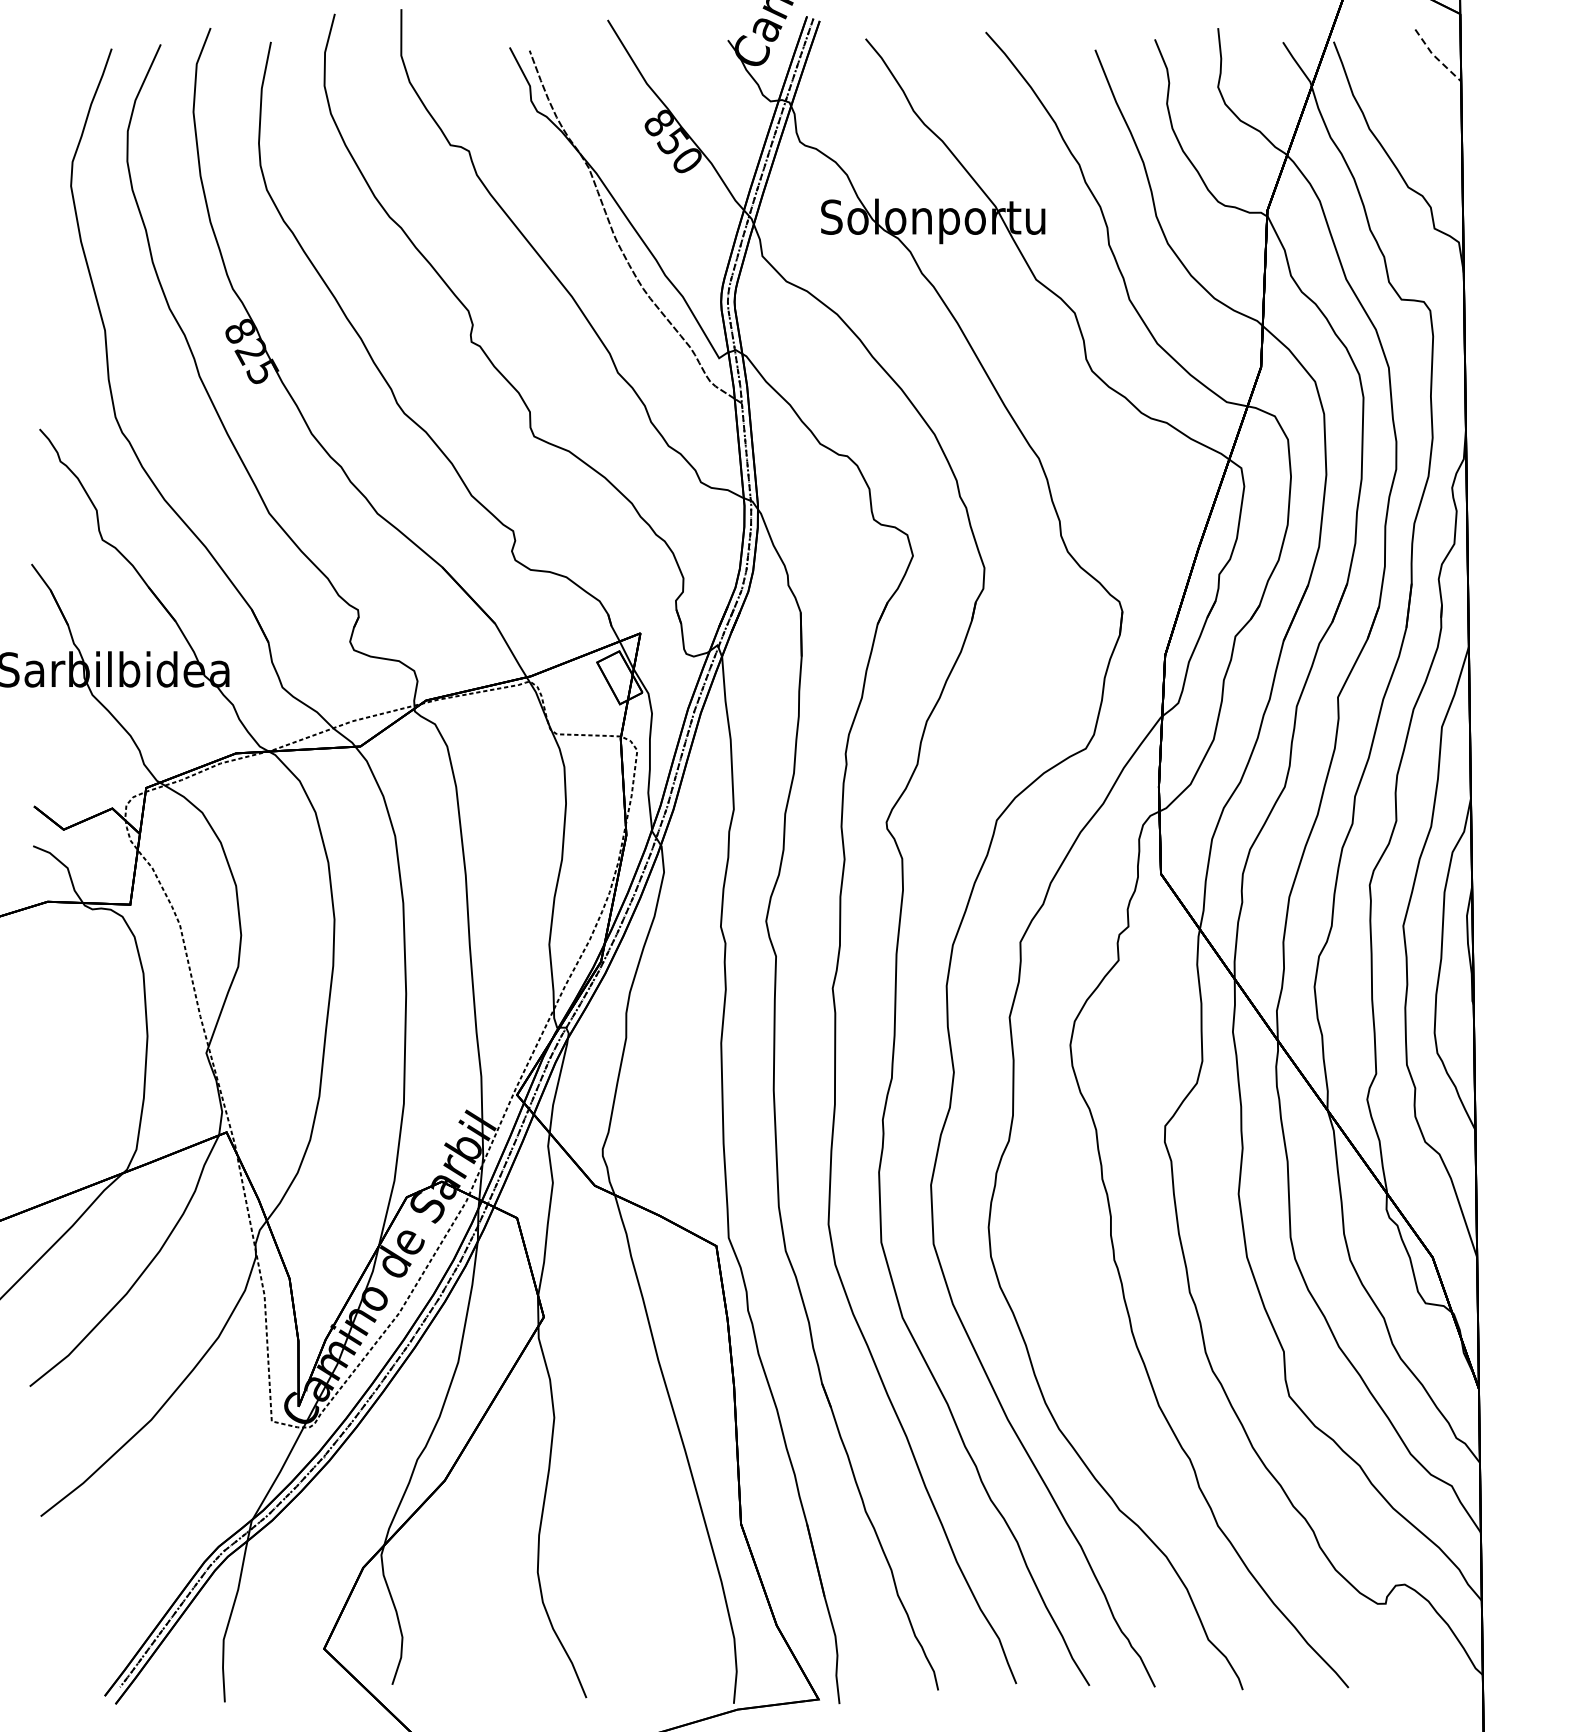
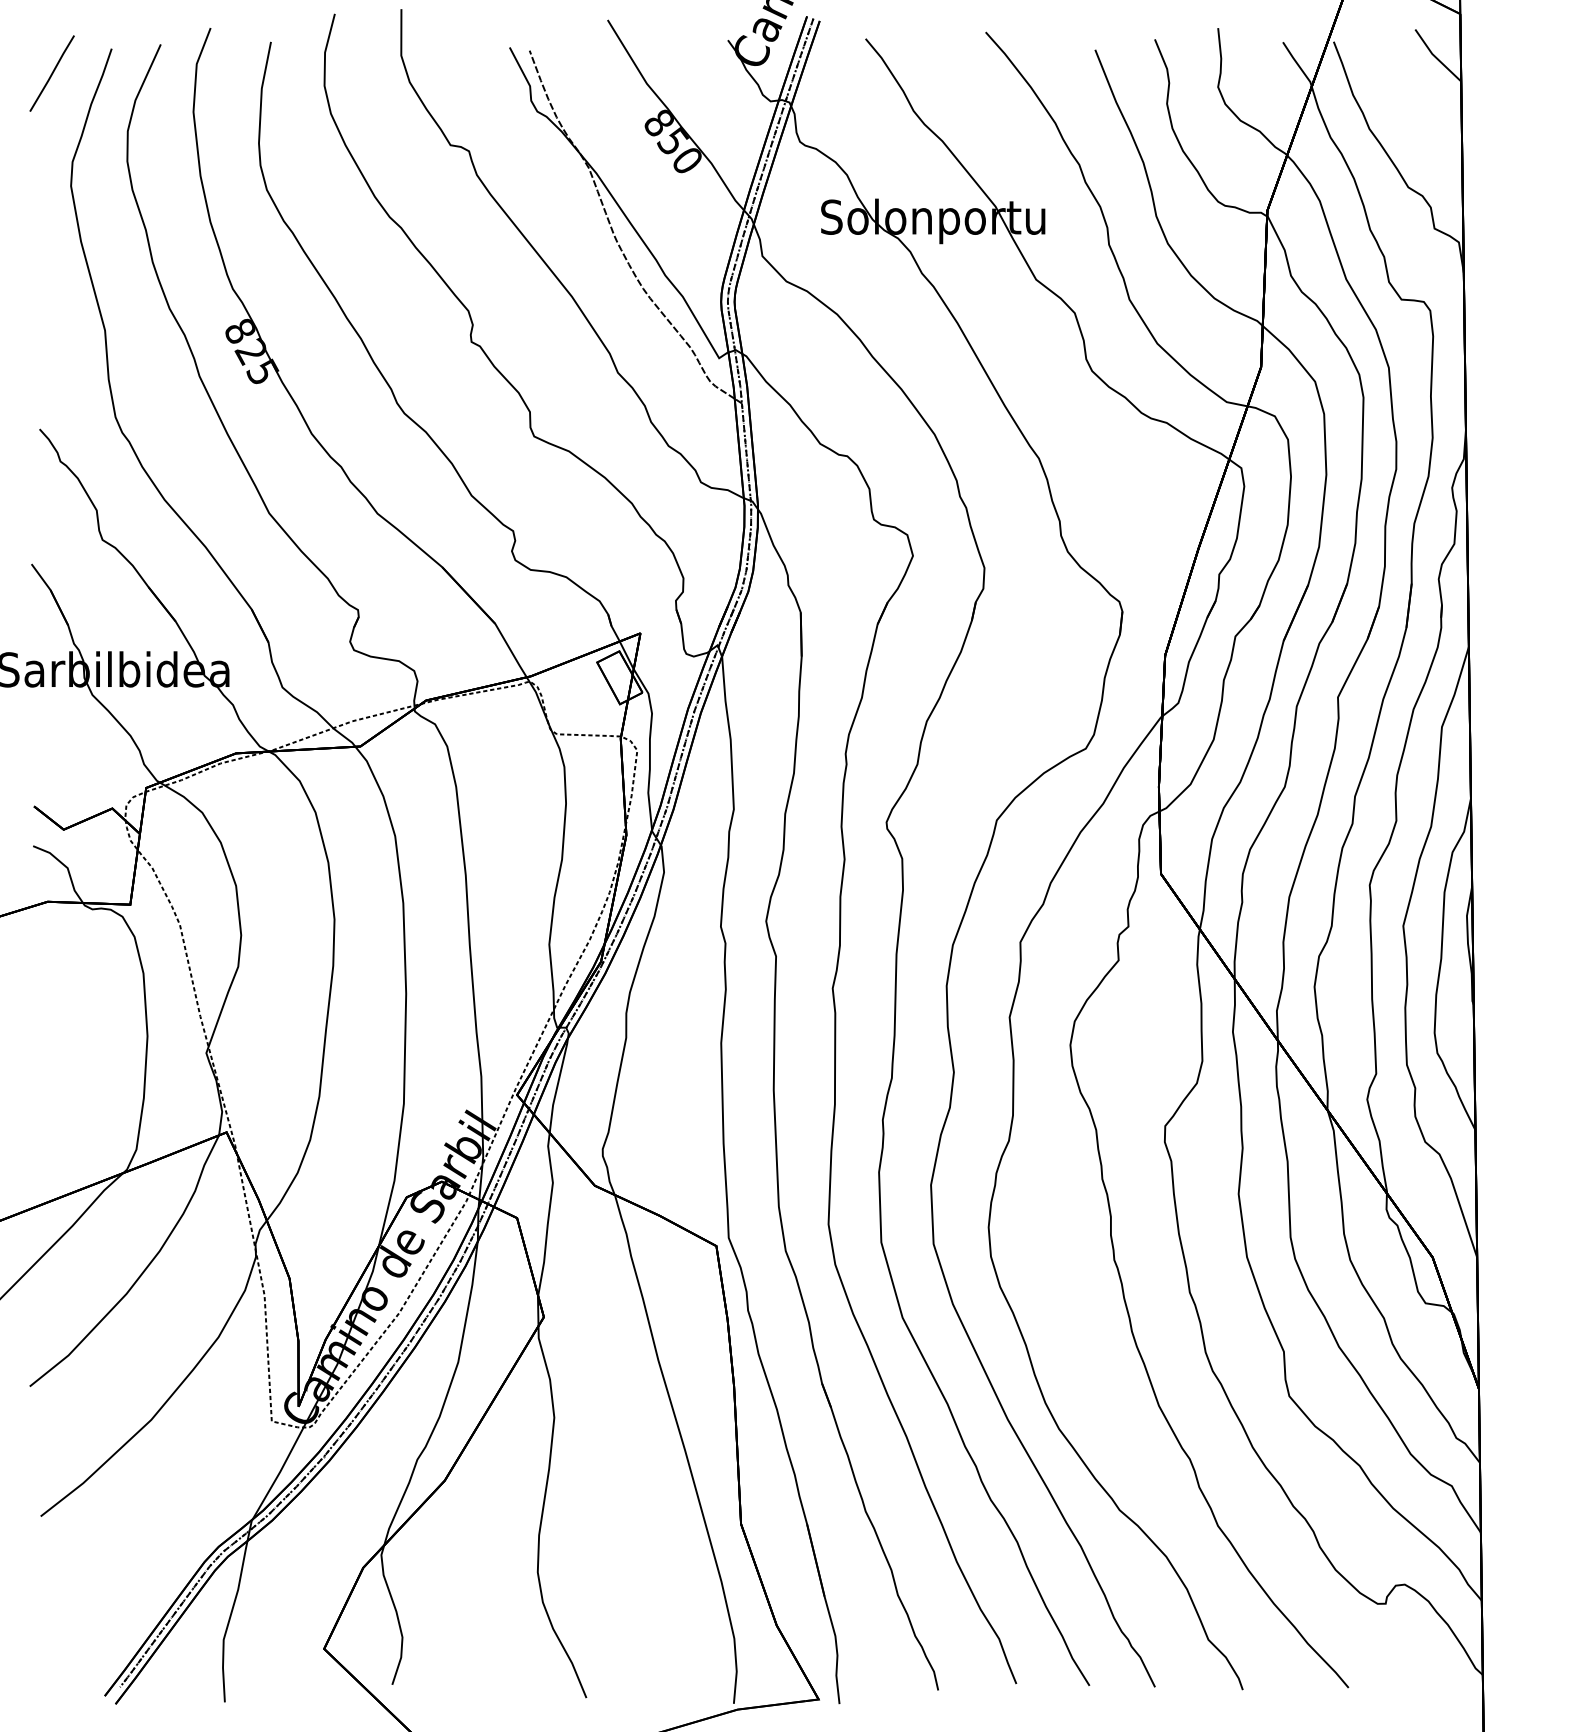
line at (1435, 57): dashed -> solid
line at (51, 73): none -> present
